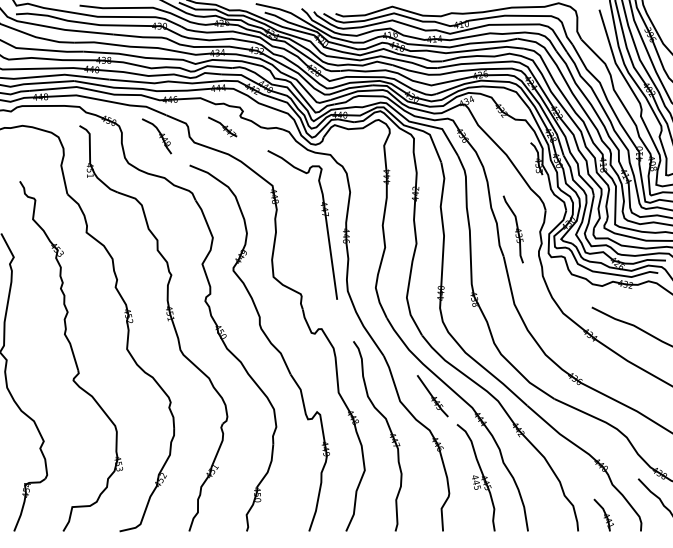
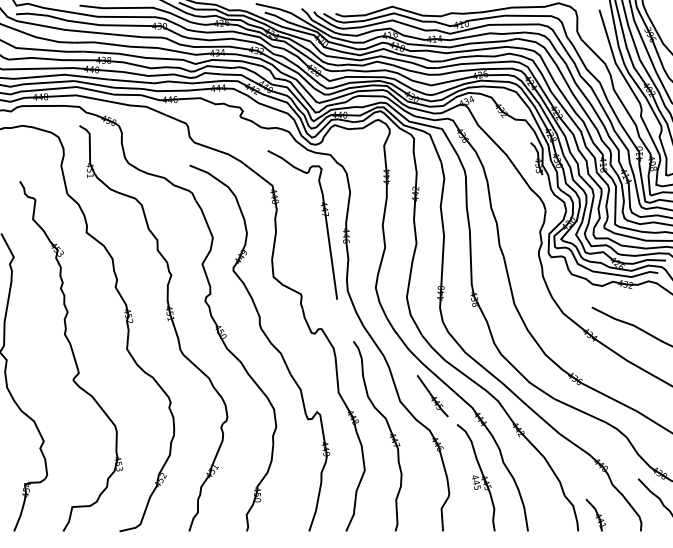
part at (222, 126): present -> none
part at (157, 136): present -> none
part at (512, 229): present -> none
part at (603, 514) position: (603, 514) -> (595, 514)
